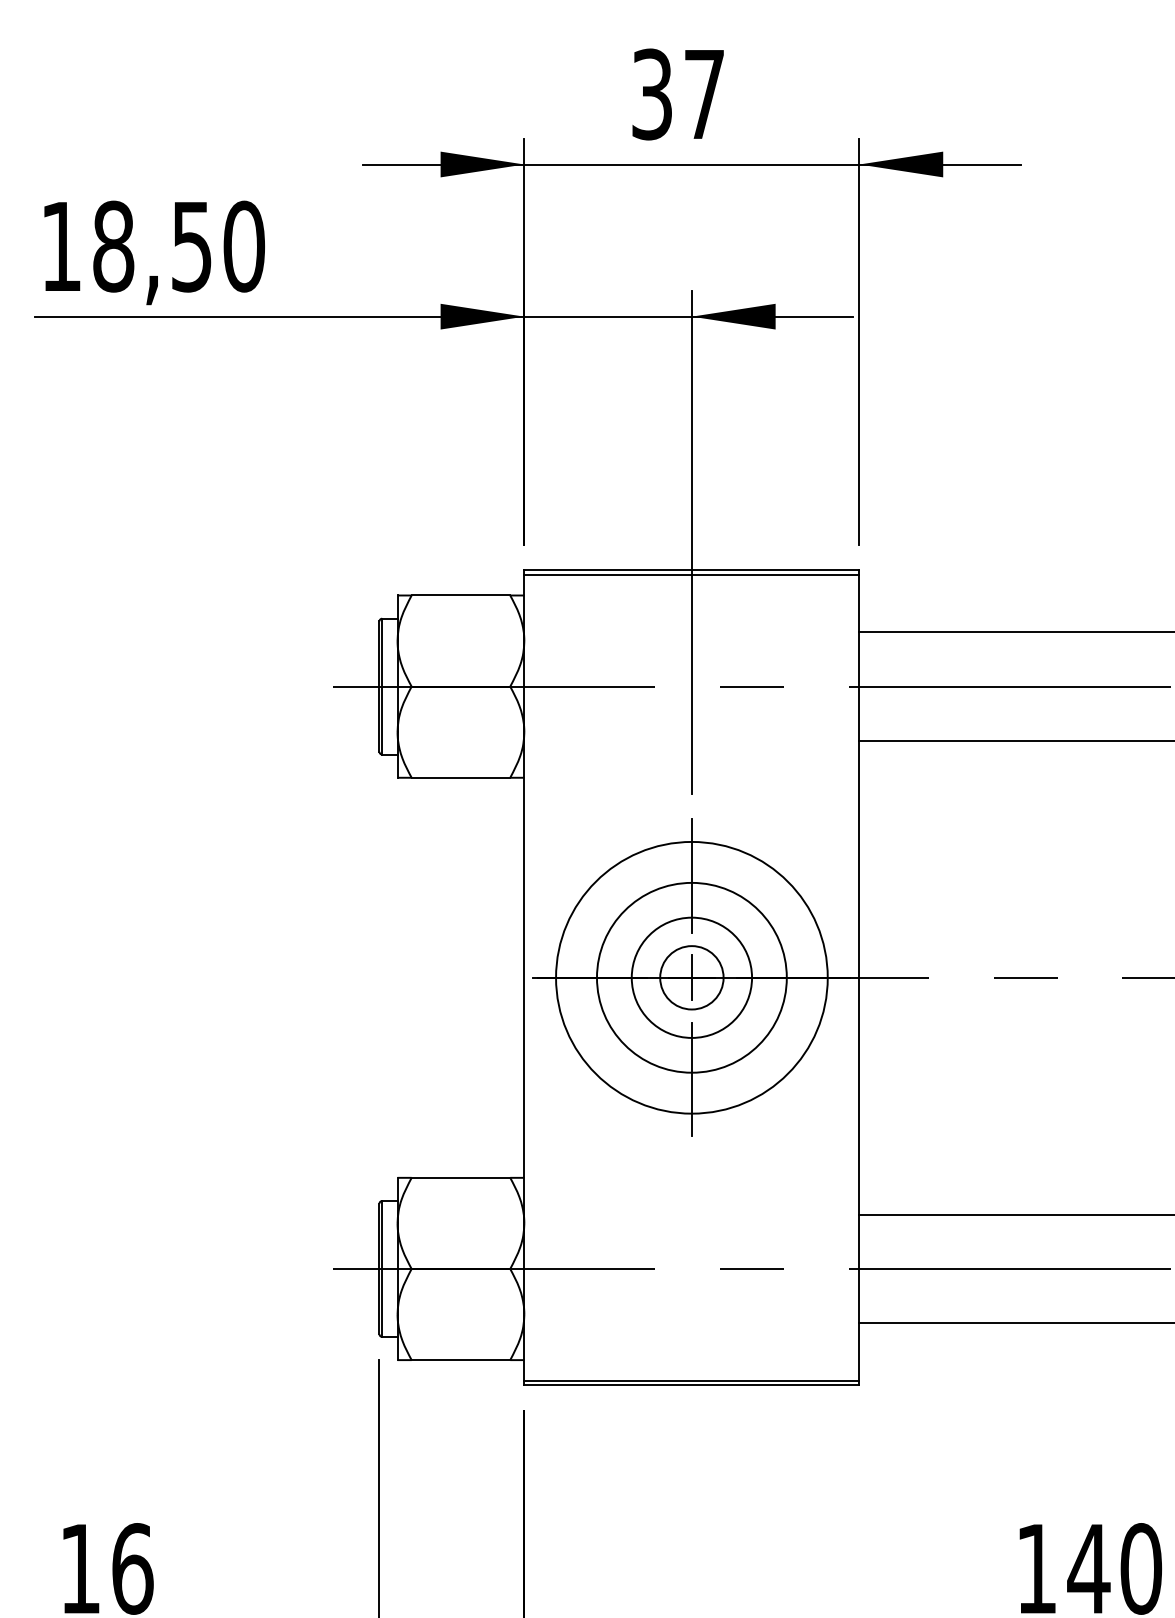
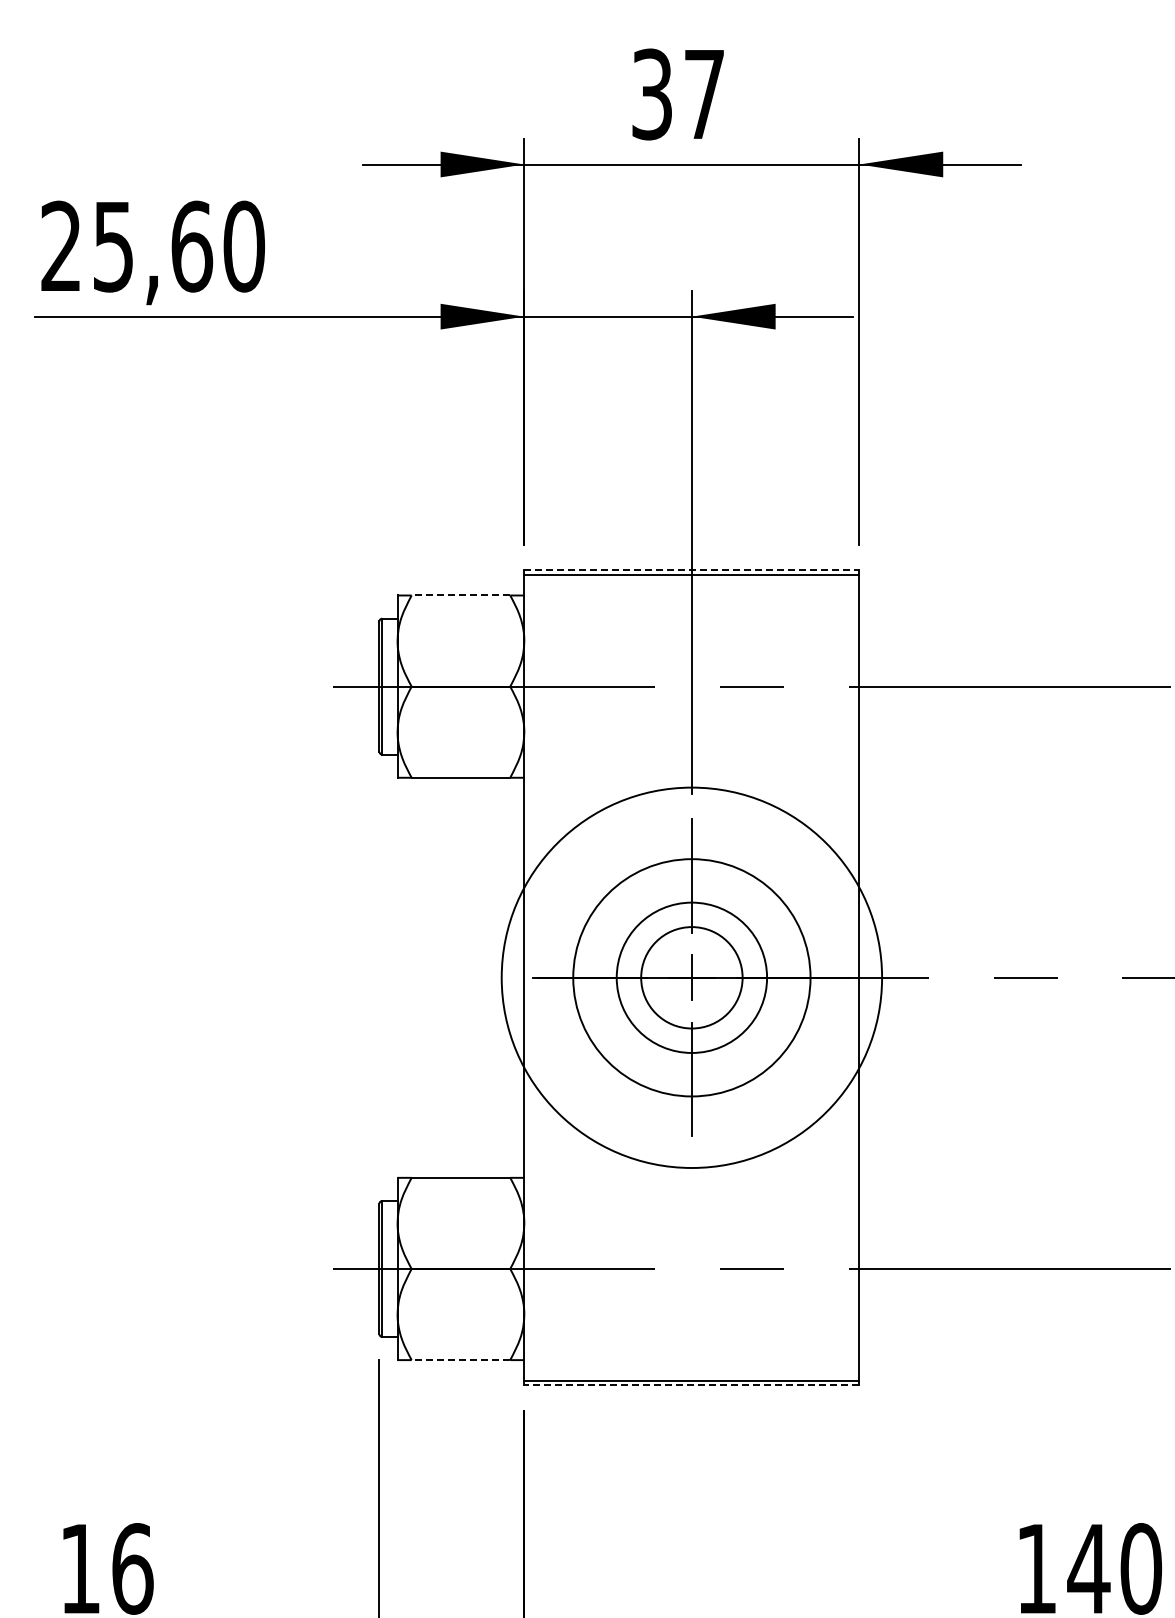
text at (127, 246): 18,50 -> 25,60
line at (691, 570): solid -> dashed
line at (460, 595): solid -> dashed
line at (1015, 632): present -> none
line at (1015, 740): present -> none
circle at (691, 977) diameter: 120 px -> 150 px
circle at (691, 977) diameter: 190 px -> 237 px
circle at (691, 977) diameter: 272 px -> 380 px
circle at (691, 977) diameter: 63 px -> 101 px
line at (1015, 1214): present -> none
line at (1015, 1323): present -> none
line at (460, 1360): solid -> dashed
line at (691, 1385): solid -> dashed
